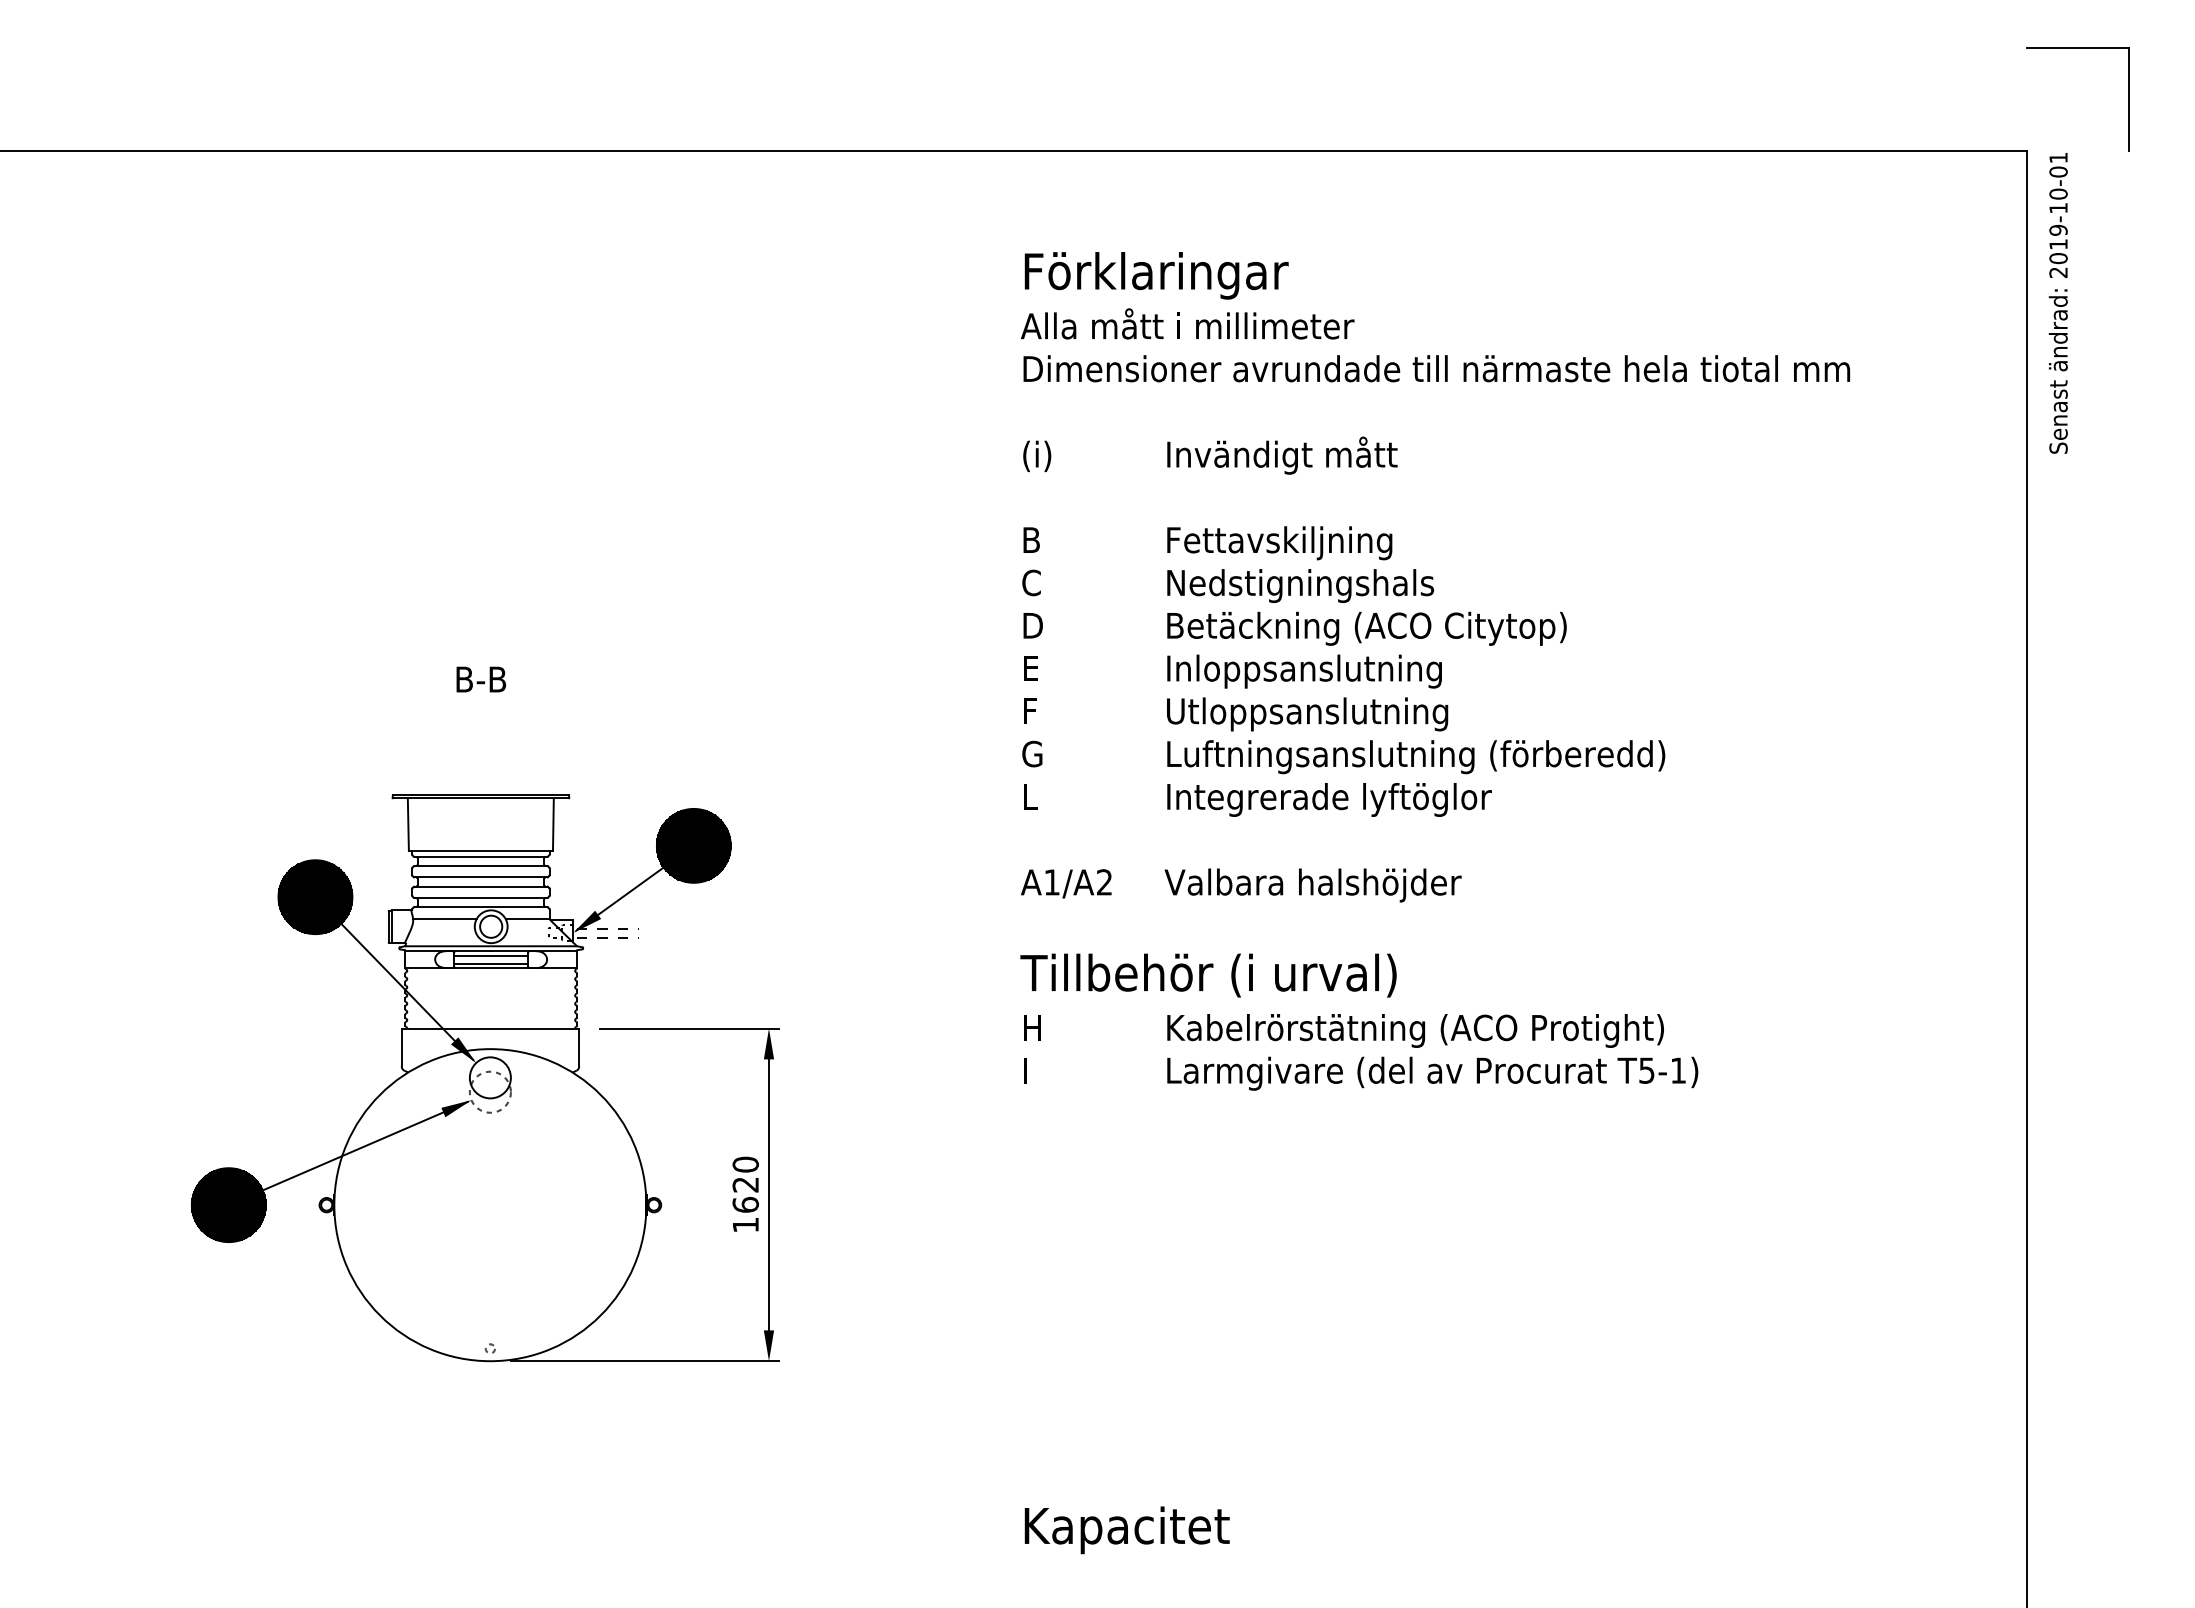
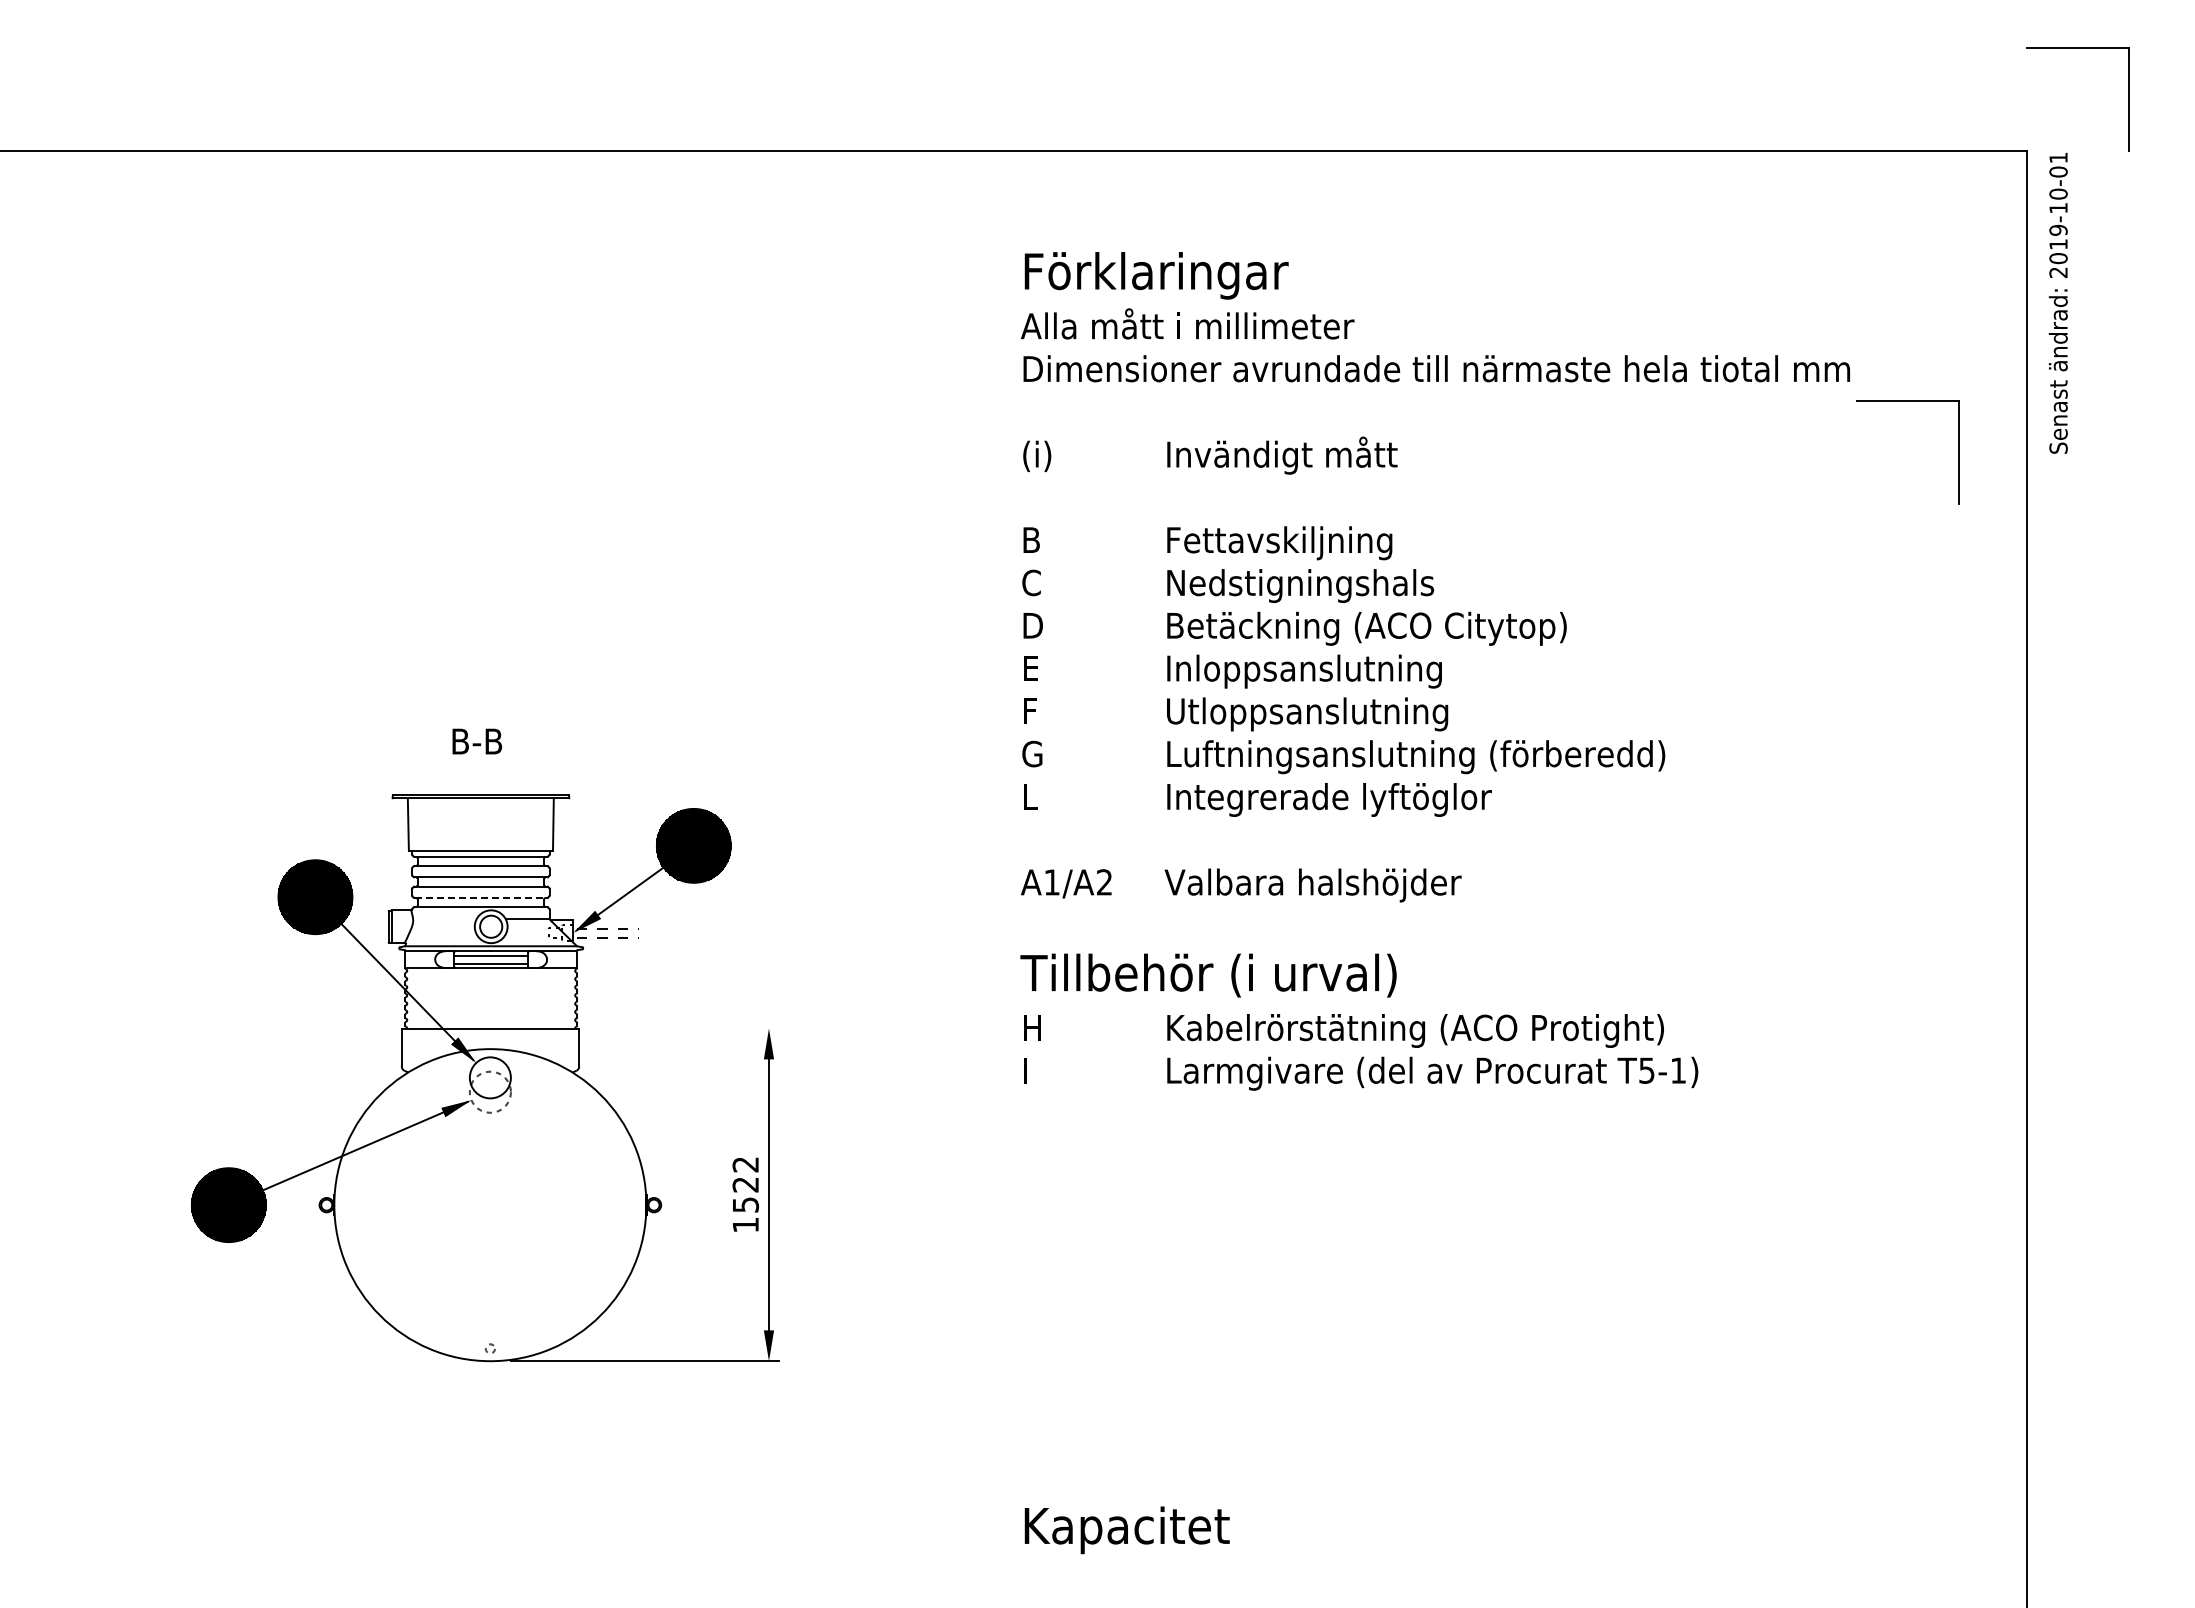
part at (1907, 401): none -> present
text at (481, 679) position: (481, 679) -> (477, 741)
line at (481, 898): solid -> dashed
line at (444, 919): present -> none
line at (689, 1028): present -> none
text at (745, 1184): 1620 -> 1522
